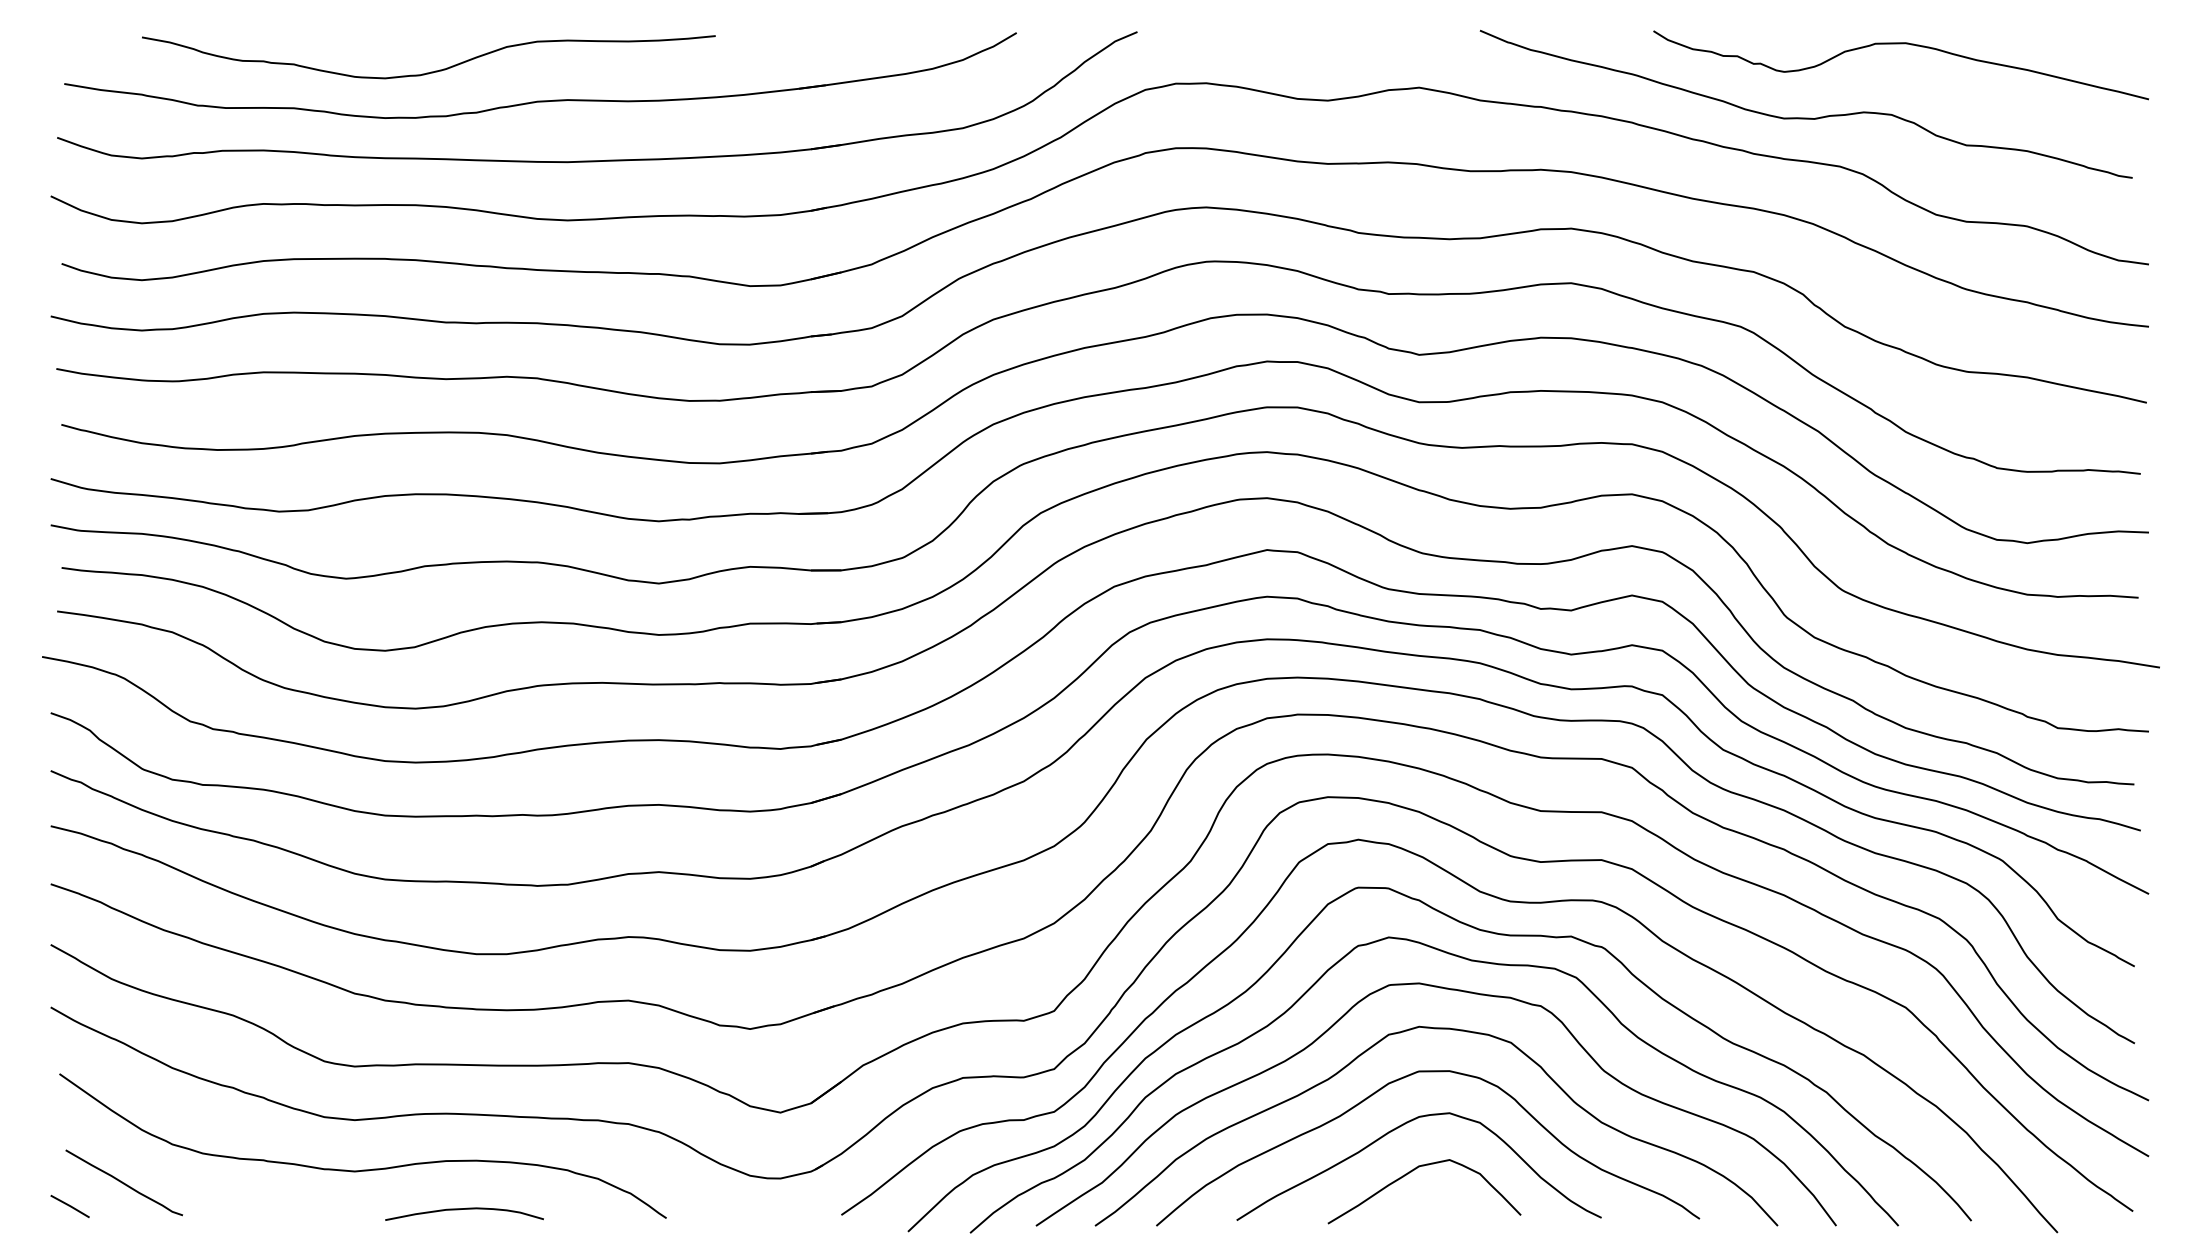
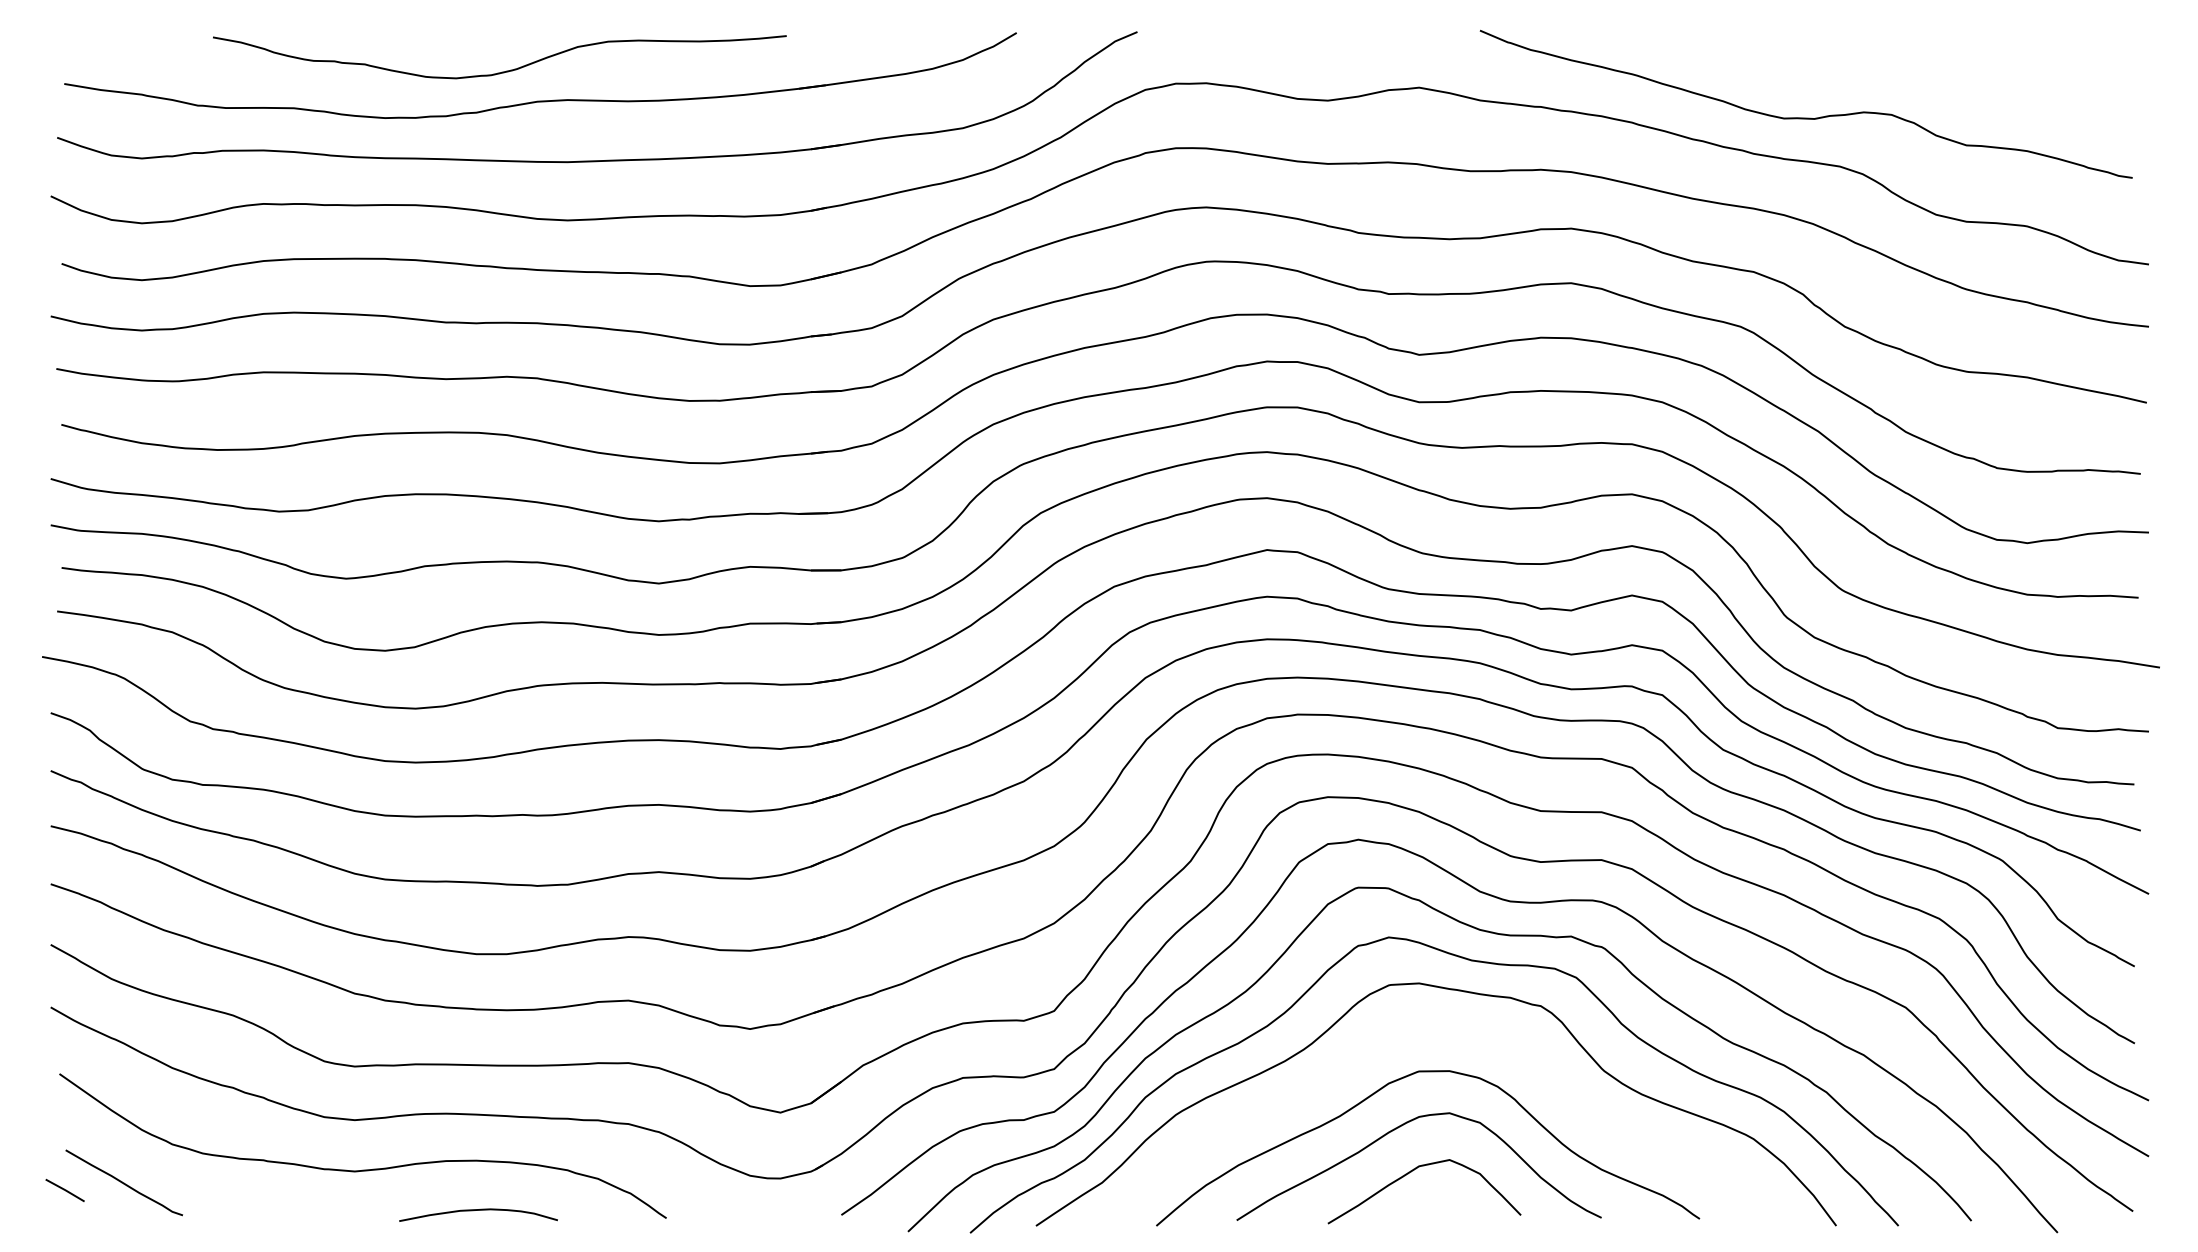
curve at (1900, 44): present -> none
curve at (431, 71) position: (431, 71) -> (502, 71)
curve at (1436, 1029): present -> none
line at (69, 1206) position: (69, 1206) -> (64, 1190)
curve at (464, 1209) position: (464, 1209) -> (478, 1210)
